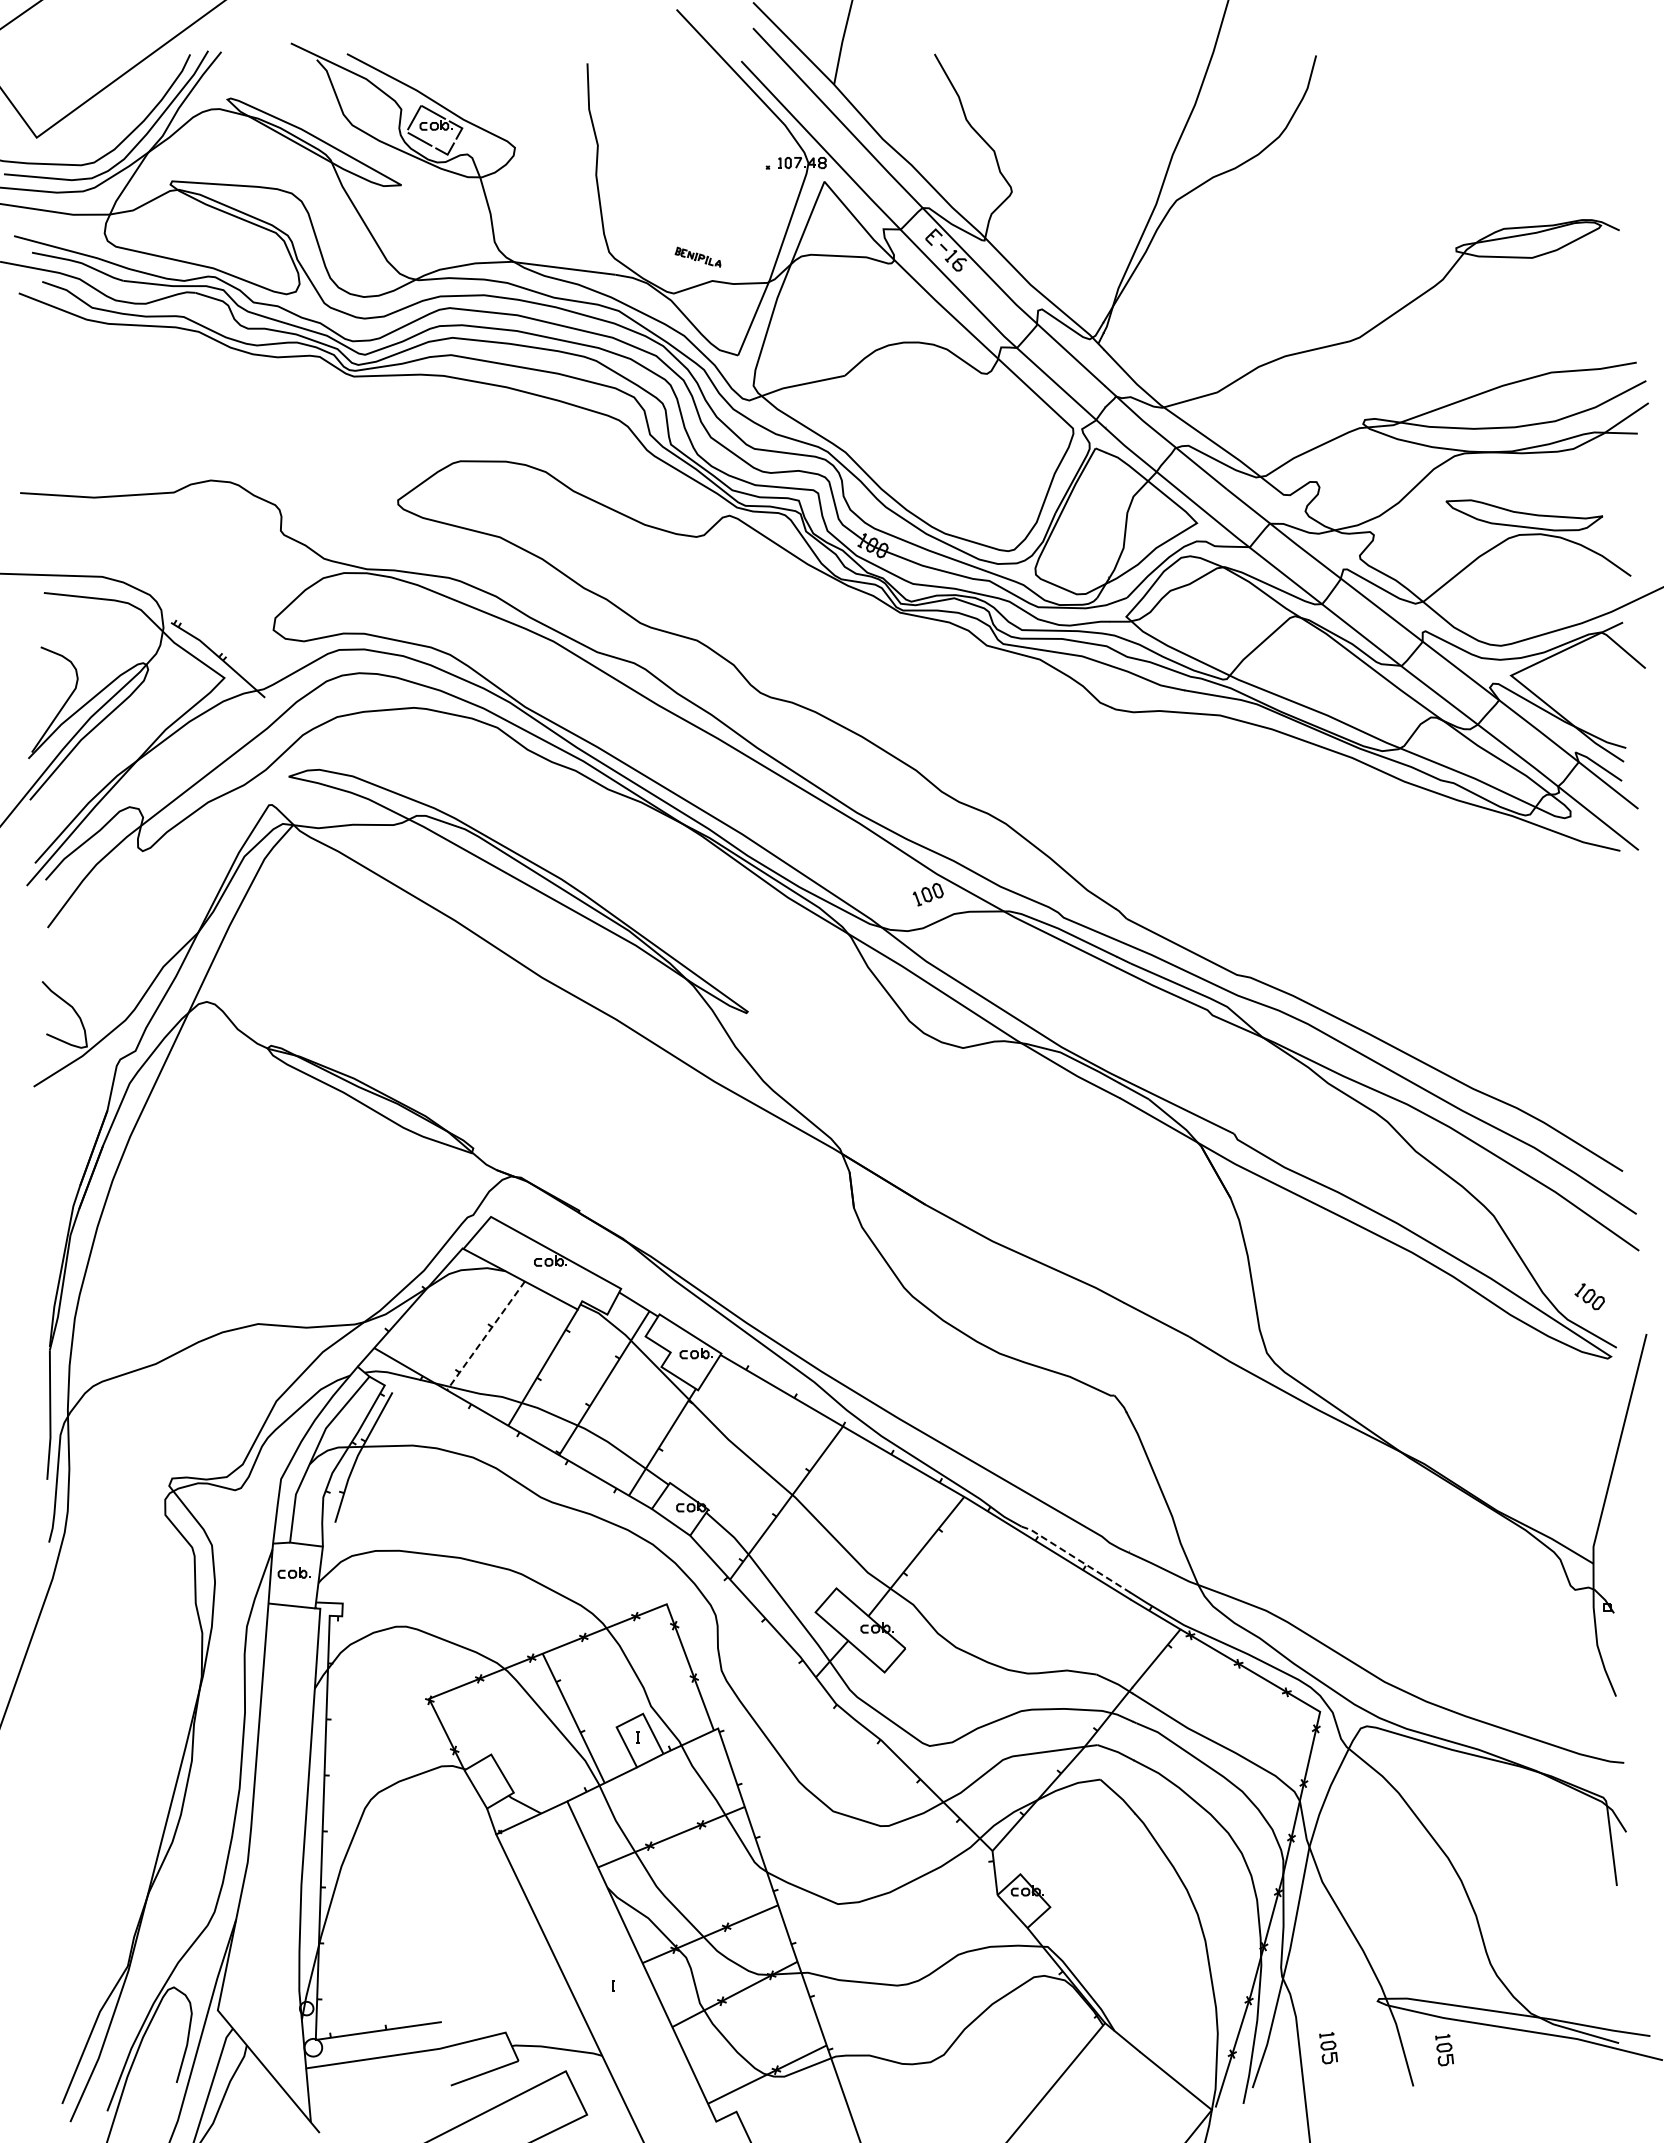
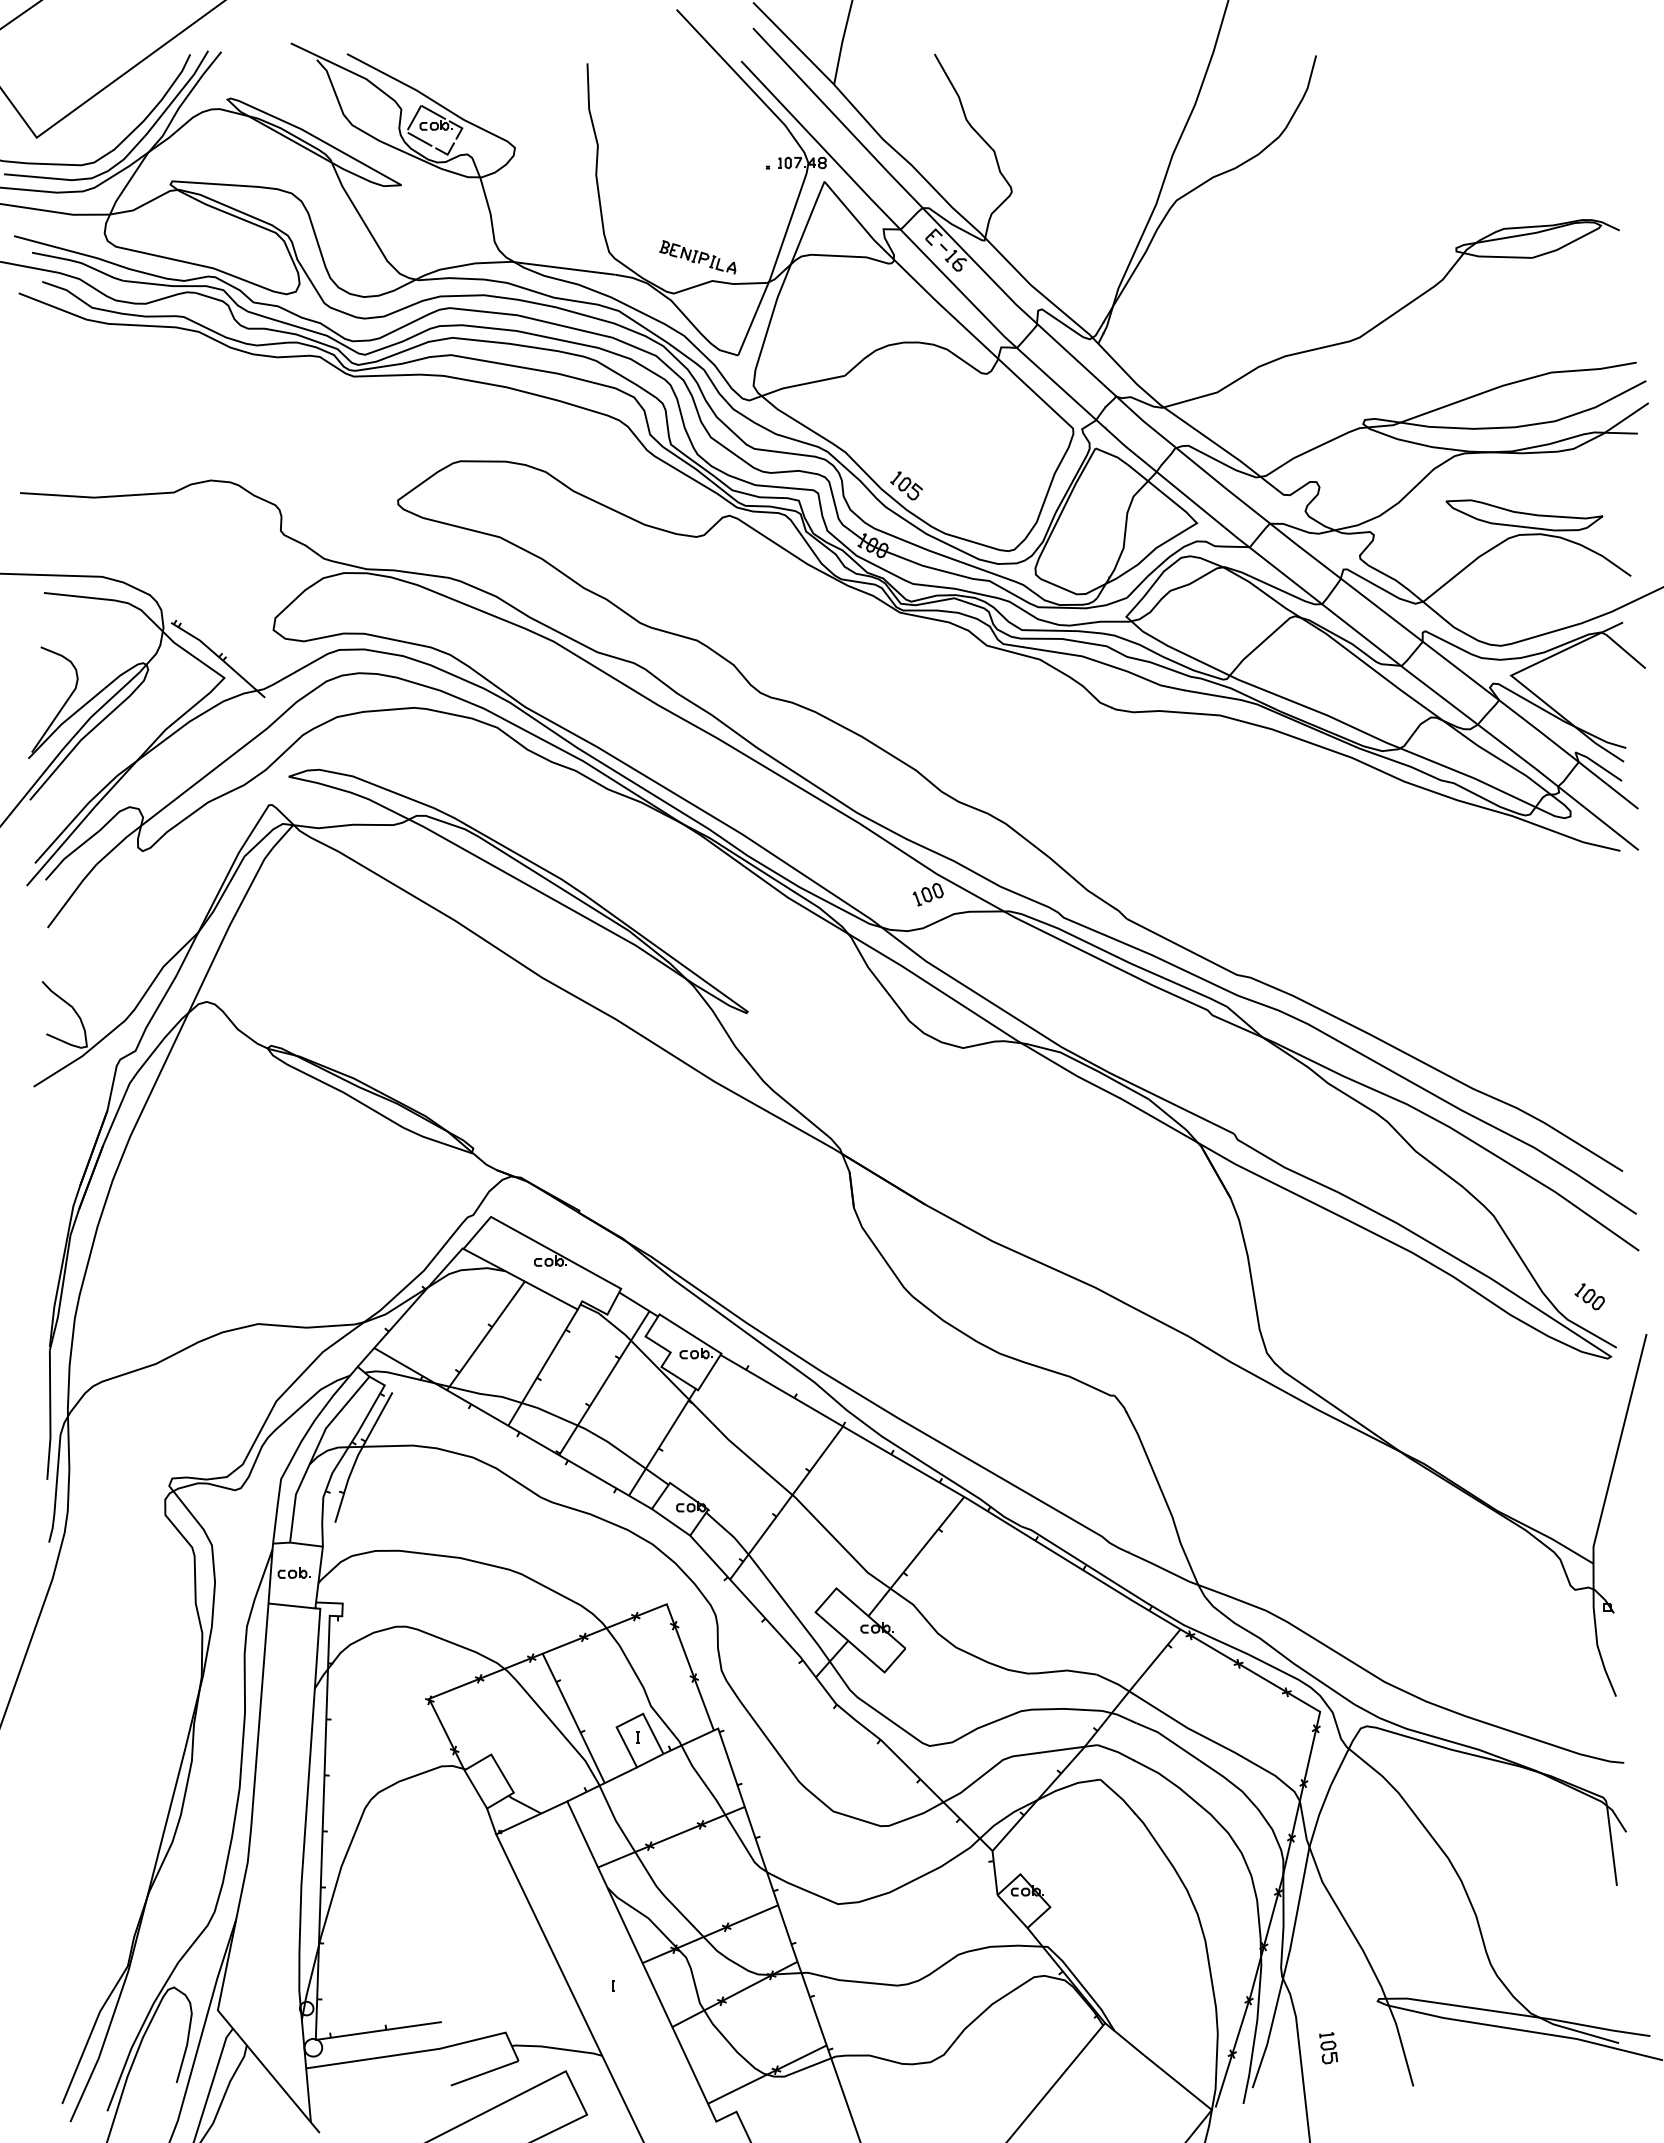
part at (697, 256) size: 48x22 px -> 78x35 px
part at (906, 485): none -> present
line at (486, 1335): dashed -> solid
line at (1075, 1558): dashed -> solid
part at (1444, 2050): present -> none
